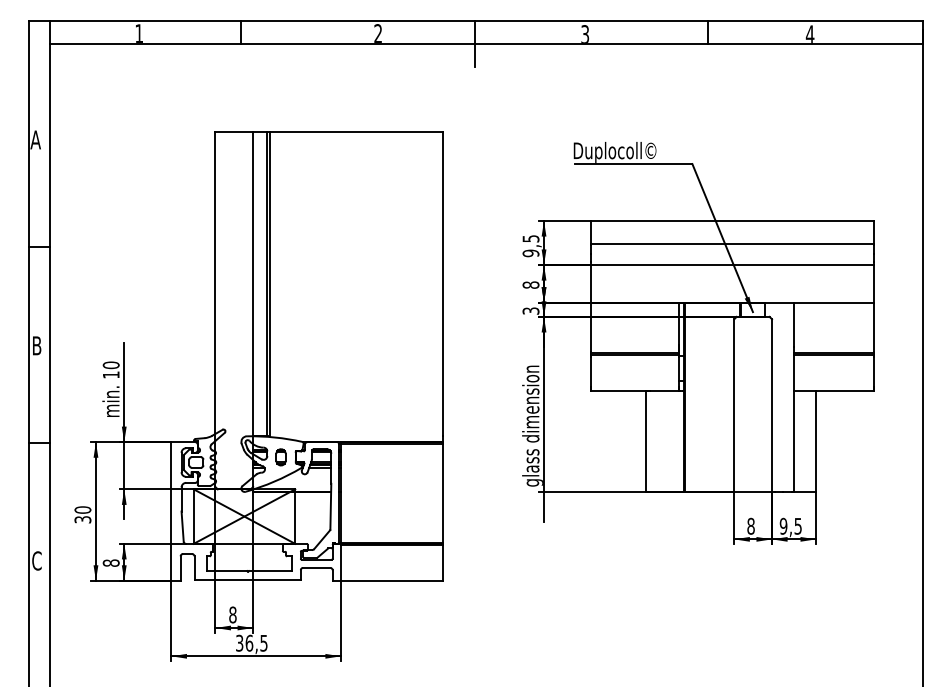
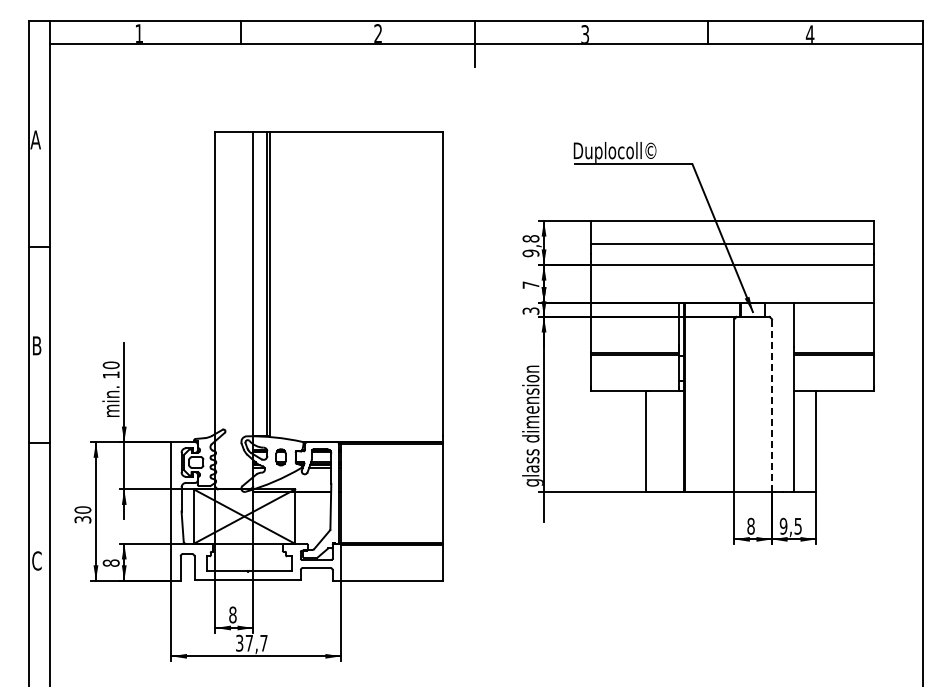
text at (530, 238): 9,5 -> 9,8
text at (530, 284): 8 -> 7
line at (772, 405): solid -> dashed
text at (256, 642): 36,5 -> 37,7
